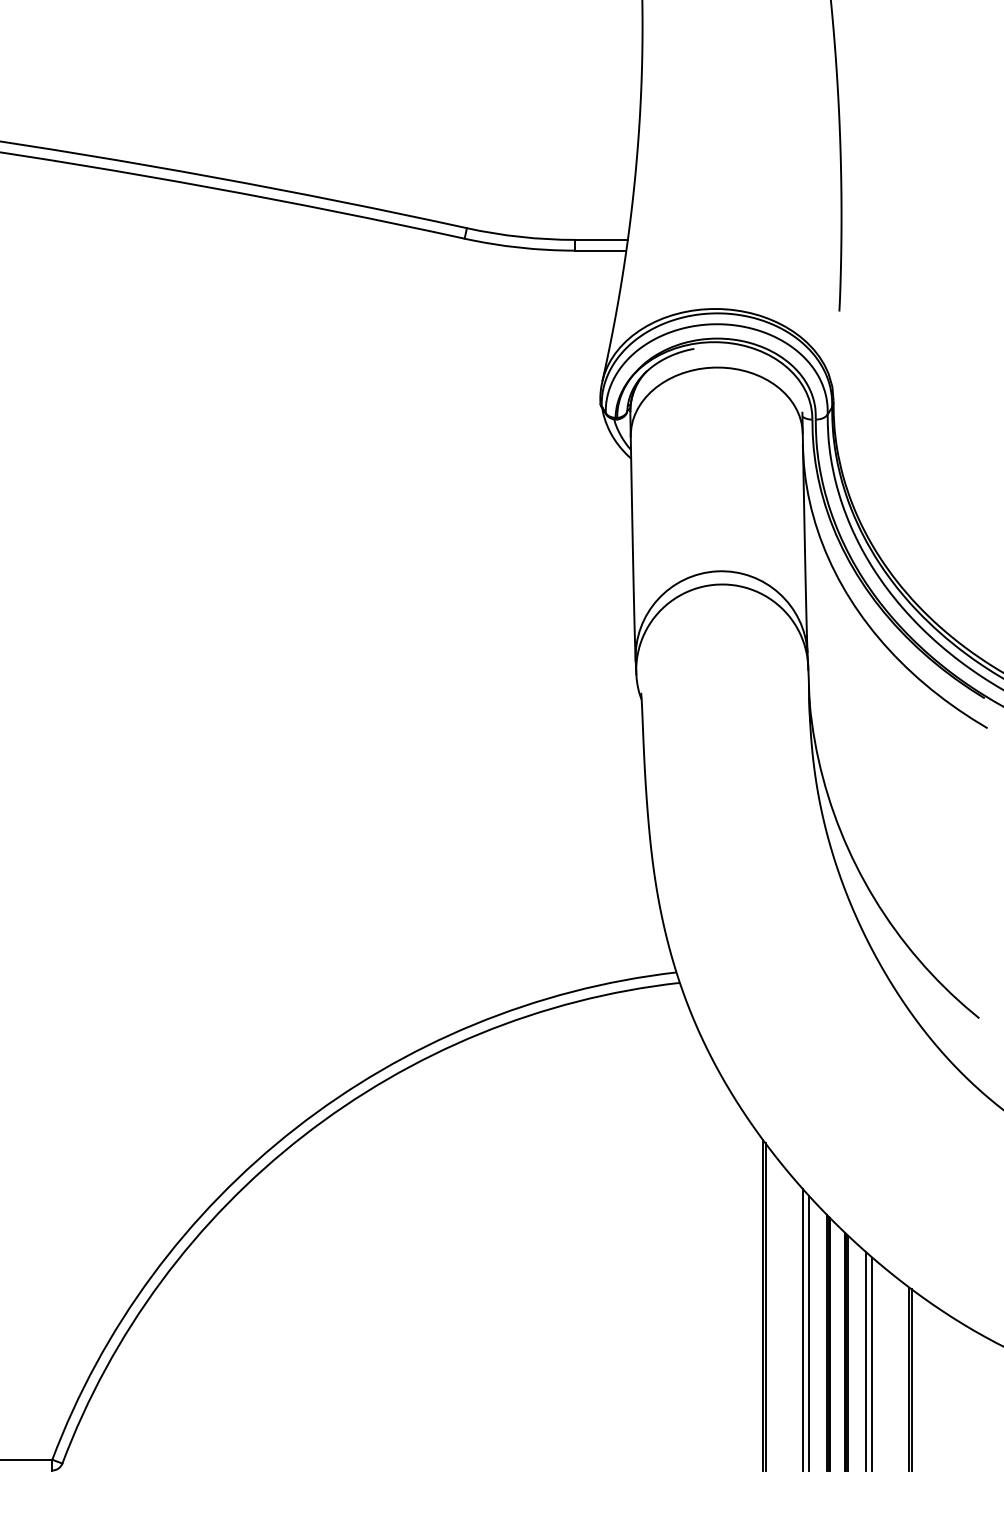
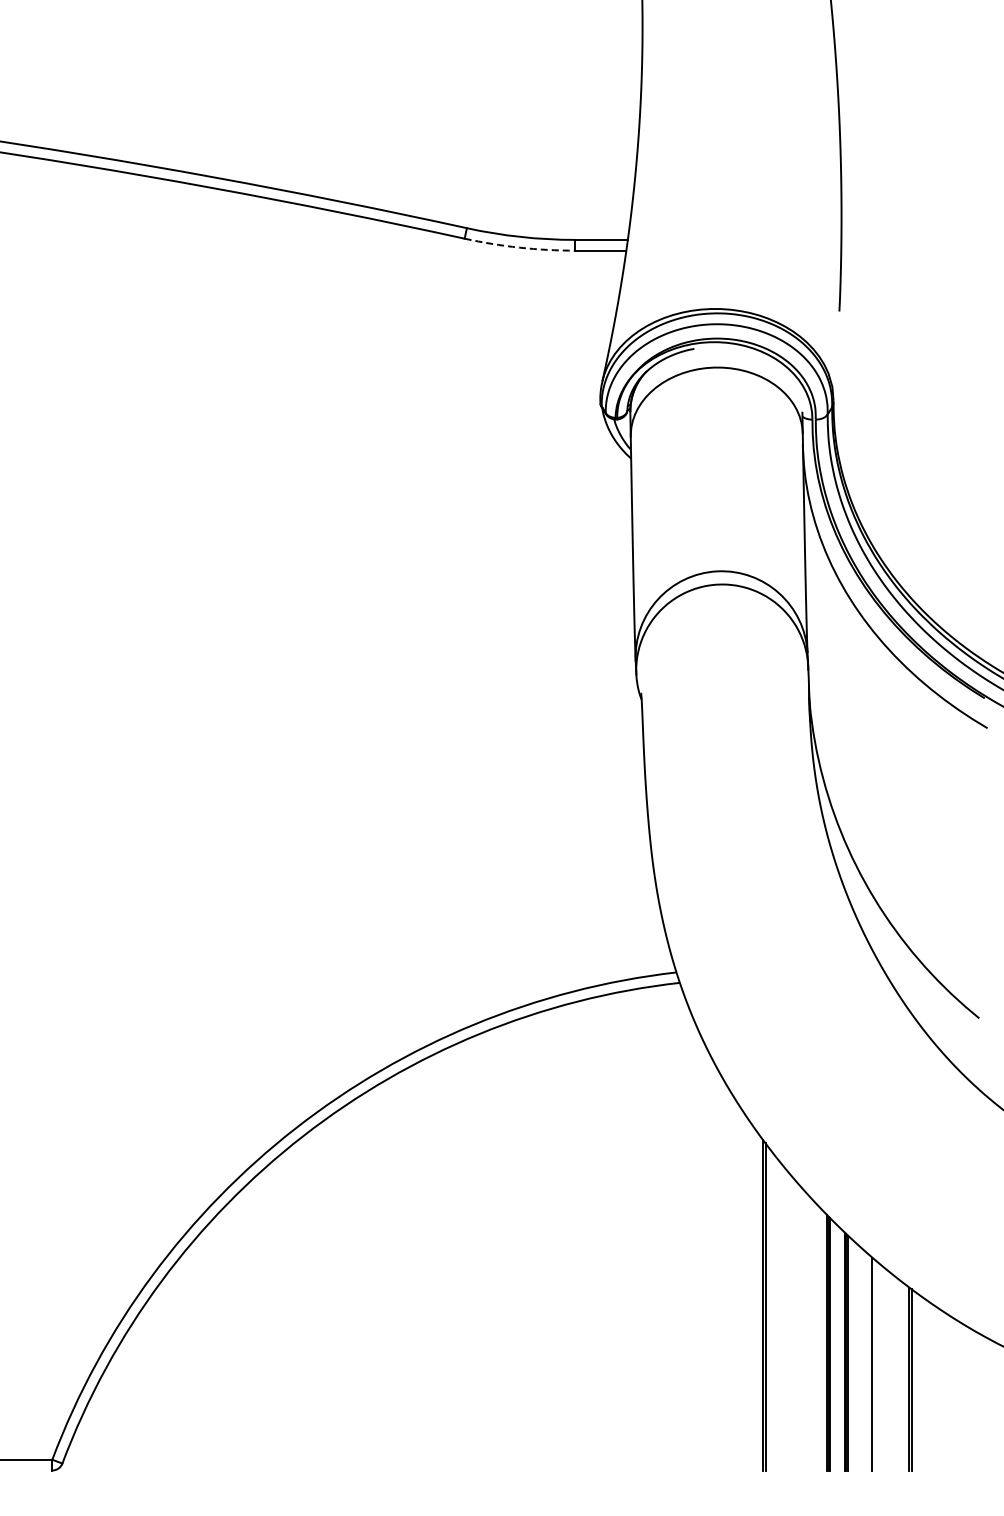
arc at (519, 247): solid -> dashed
line at (802, 1329): present -> none
line at (808, 1332): present -> none
line at (866, 1361): present -> none
